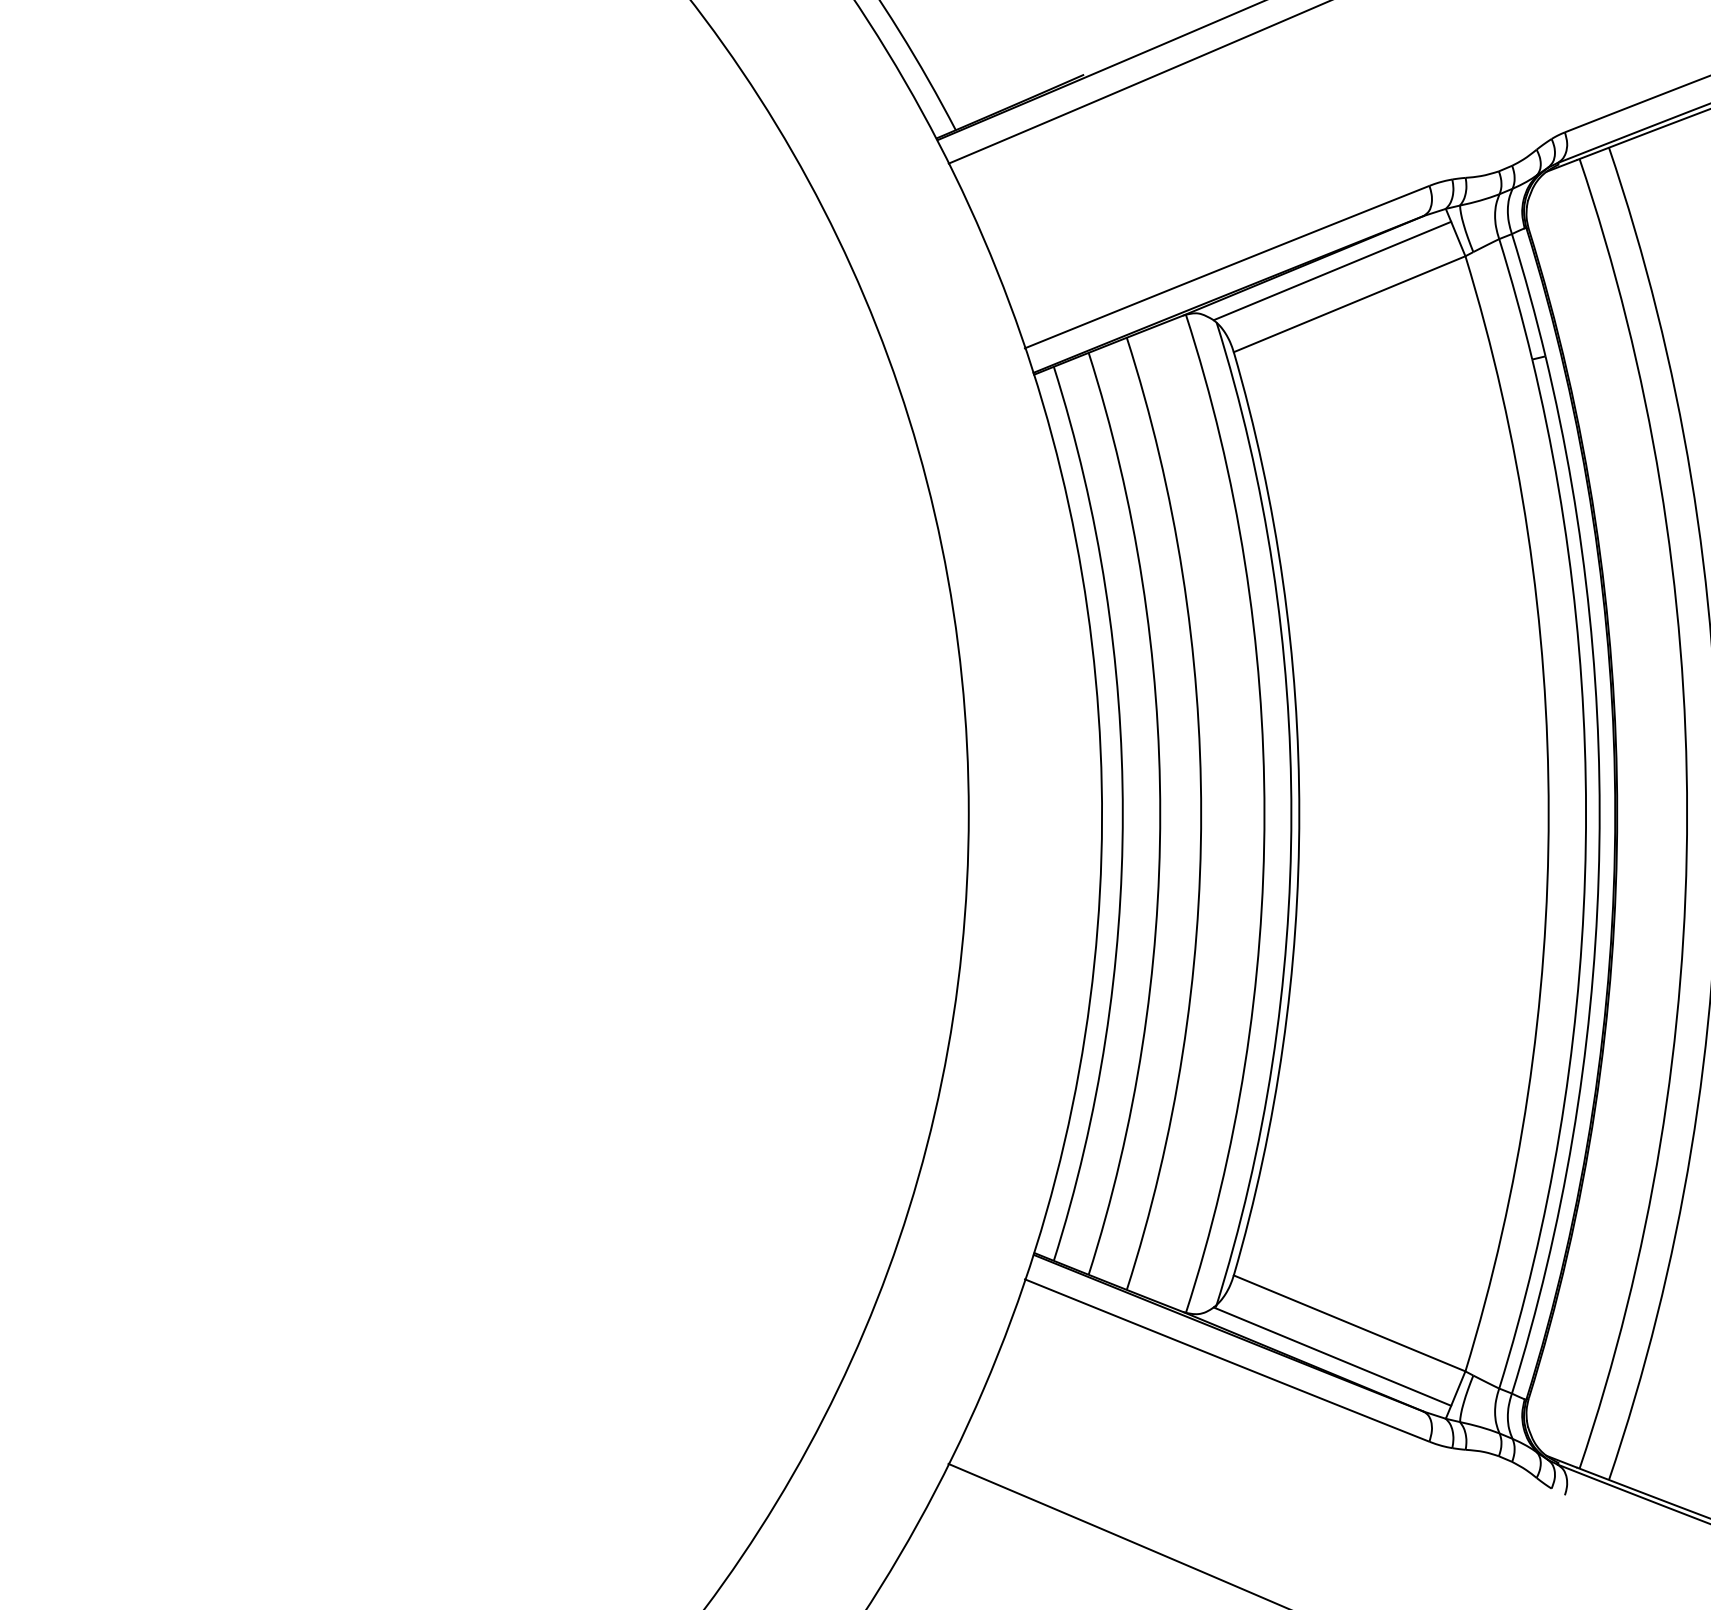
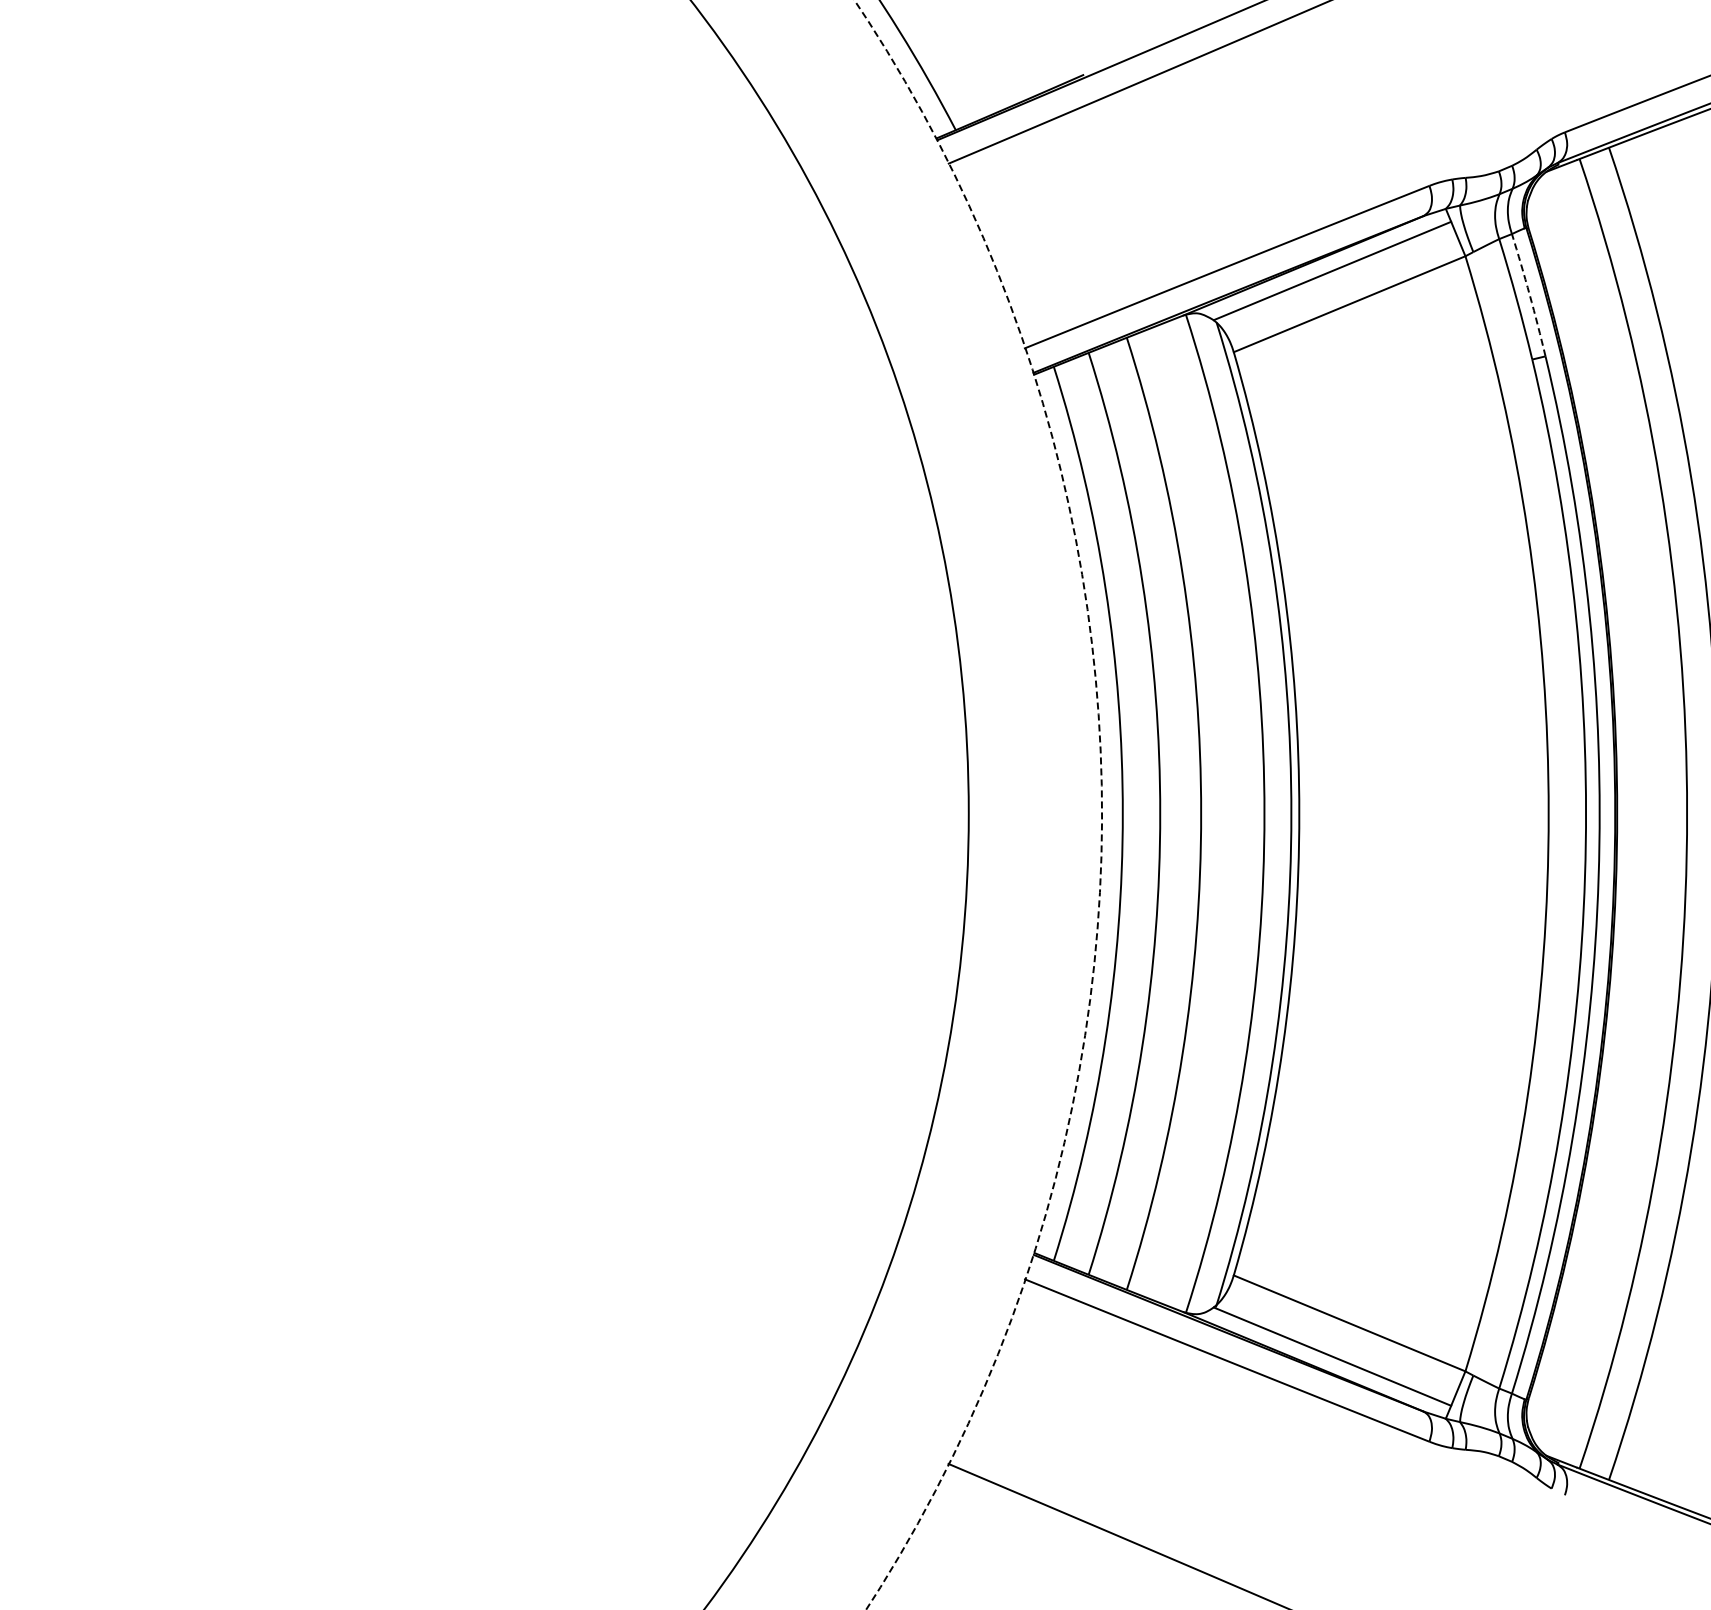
arc at (1529, 294): solid -> dashed
arc at (1101, 797): solid -> dashed
